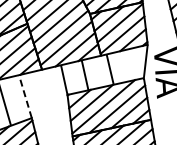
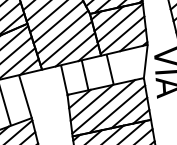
line at (25, 96): dashed -> solid
